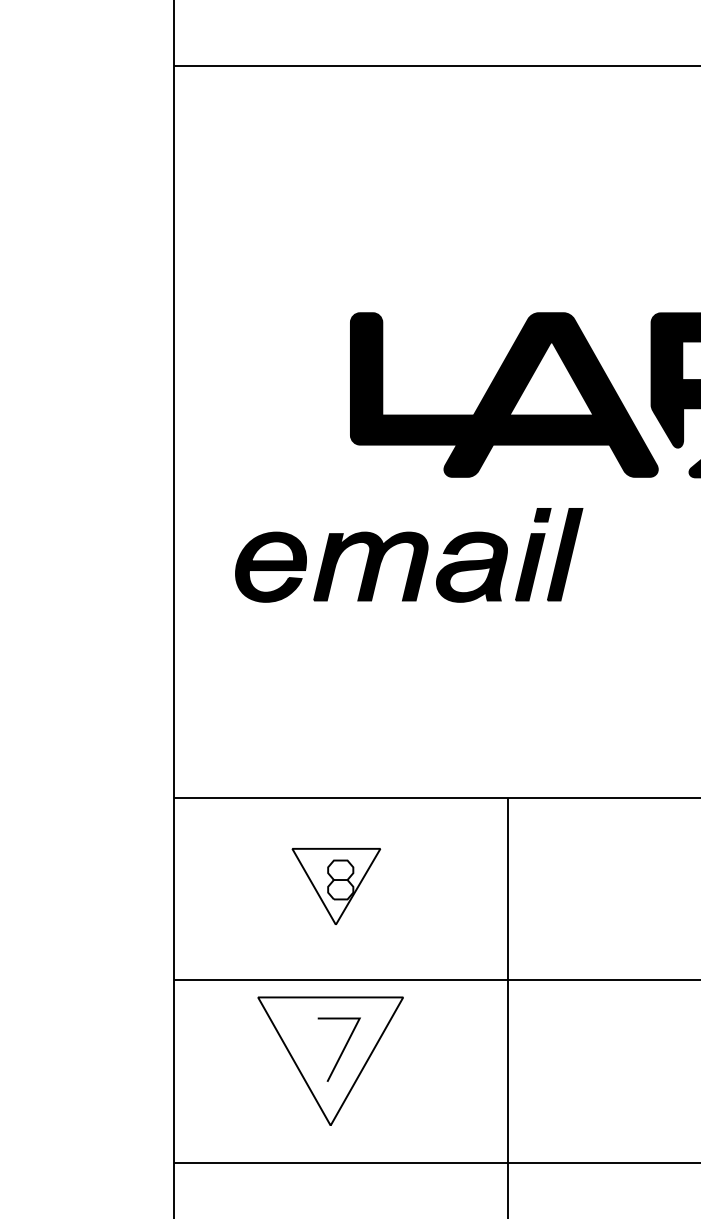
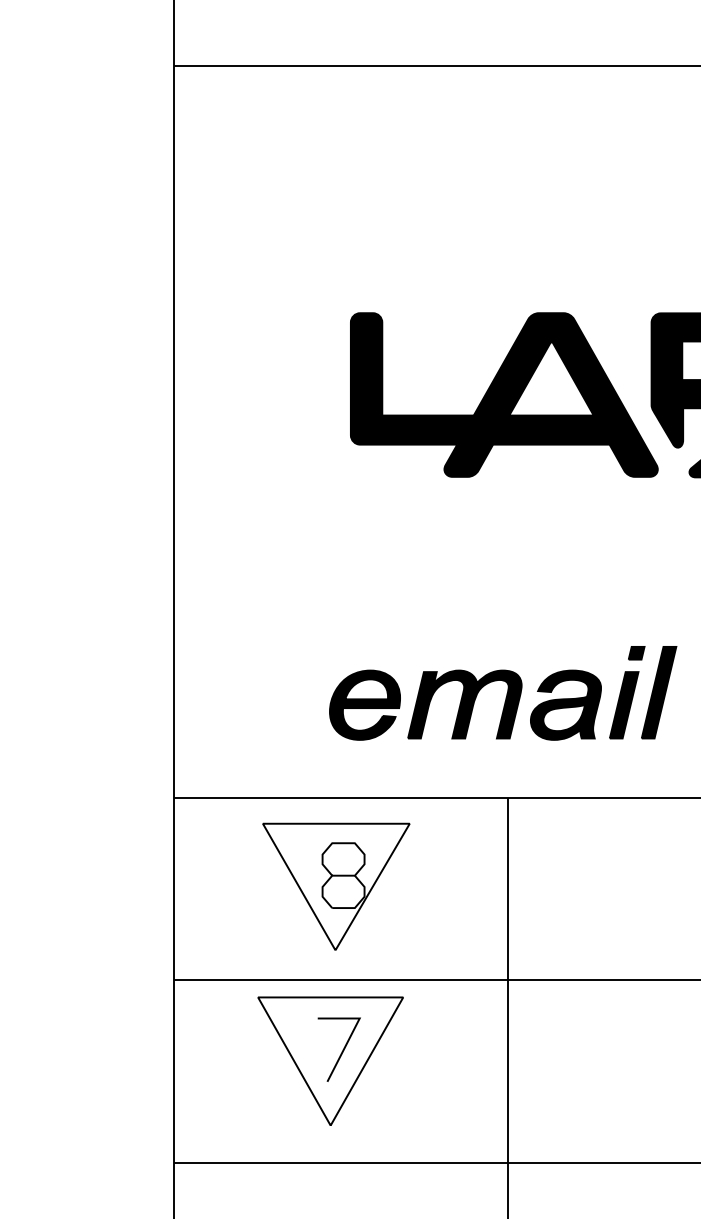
part at (409, 555) position: (409, 555) -> (503, 693)
part at (336, 886) size: 91x77 px -> 149x129 px
